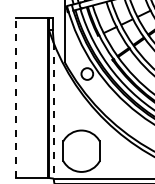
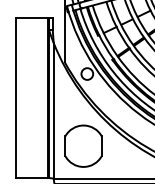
line at (15, 97): dashed -> solid
line at (53, 110): dashed -> solid
part at (81, 150) position: (81, 150) -> (83, 145)
